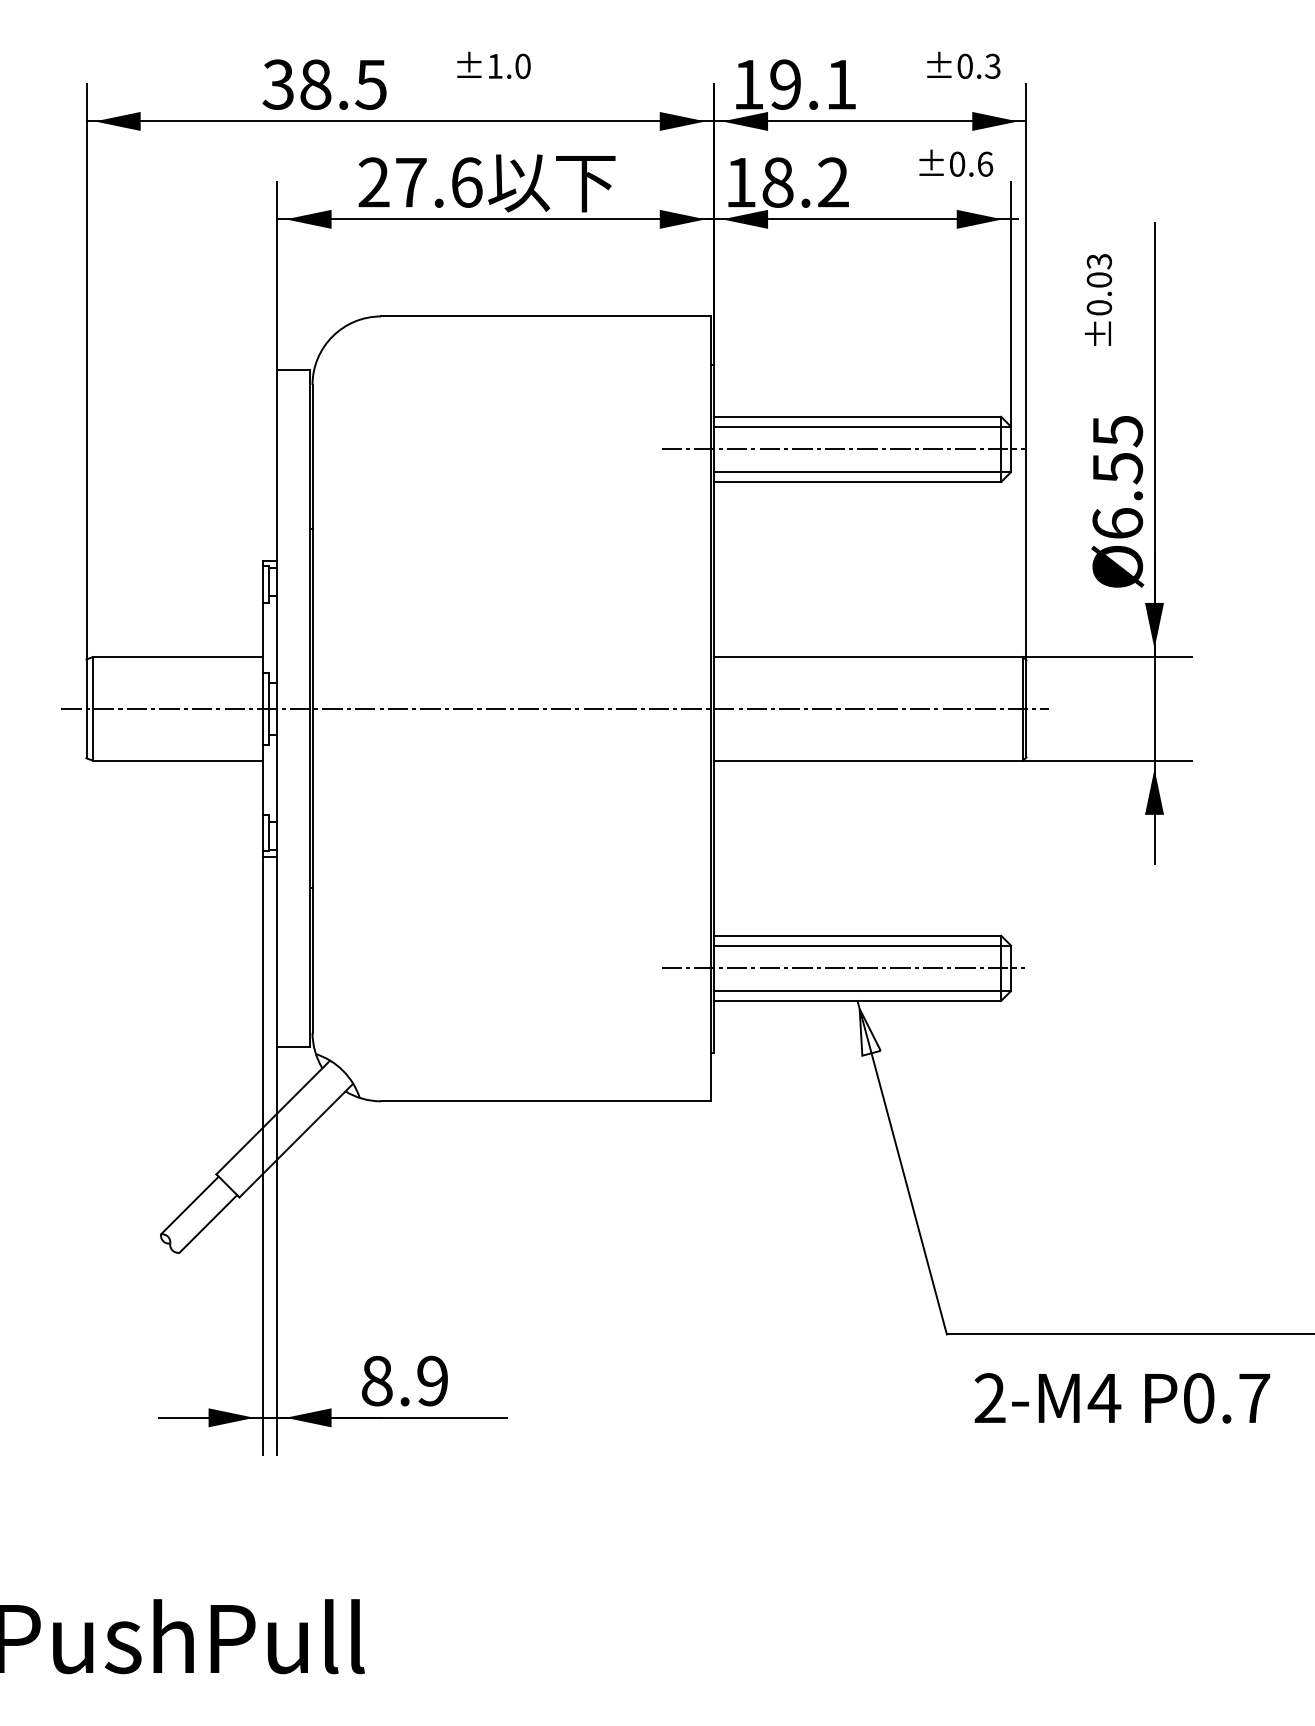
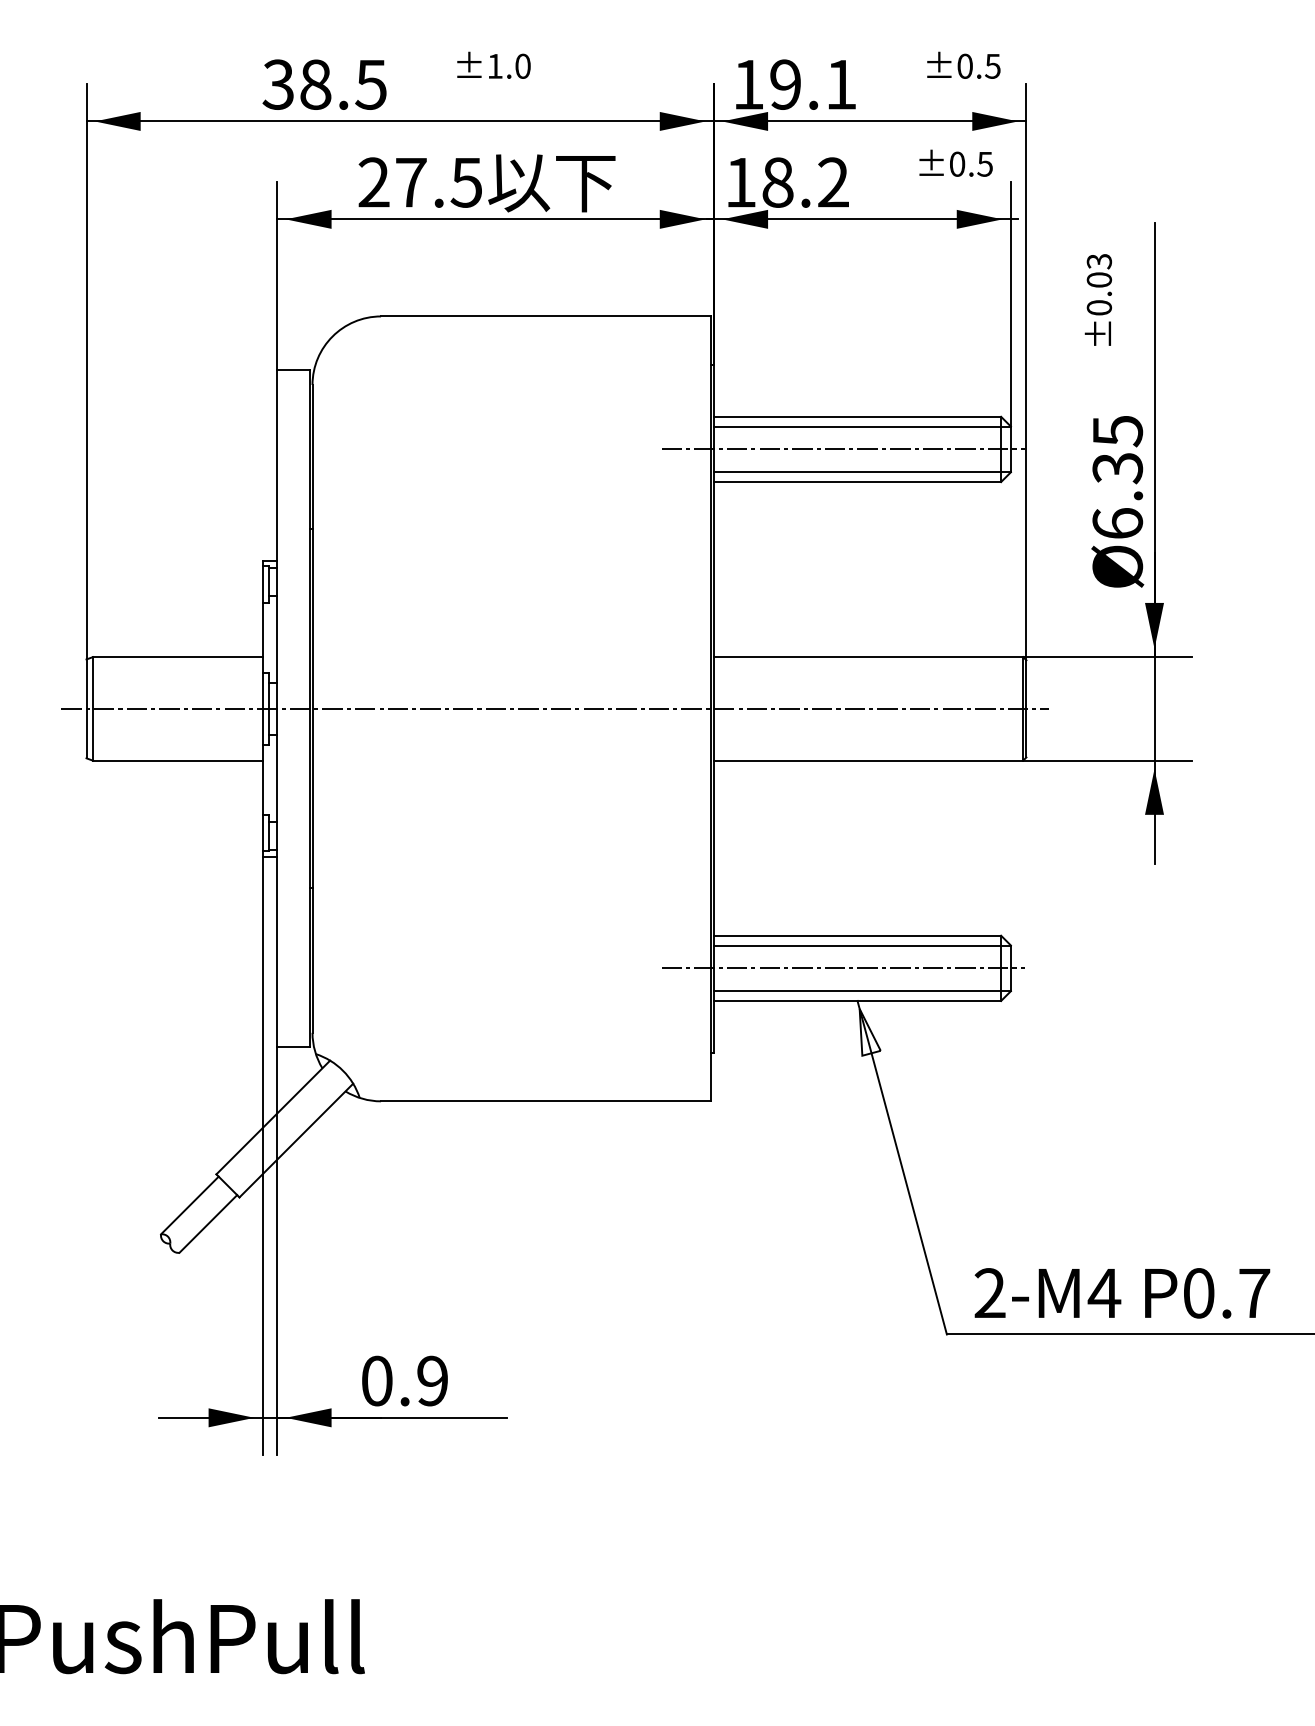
text at (992, 65): ±0.3 -> ±0.5
text at (985, 163): ±0.6 -> ±0.5
text at (466, 182): 27.6 -> 27.5
text at (1117, 468): Ø6.55 -> Ø6.35
text at (376, 1380): 8.9 -> 0.9
text at (1122, 1398) position: (1122, 1398) -> (1122, 1293)
